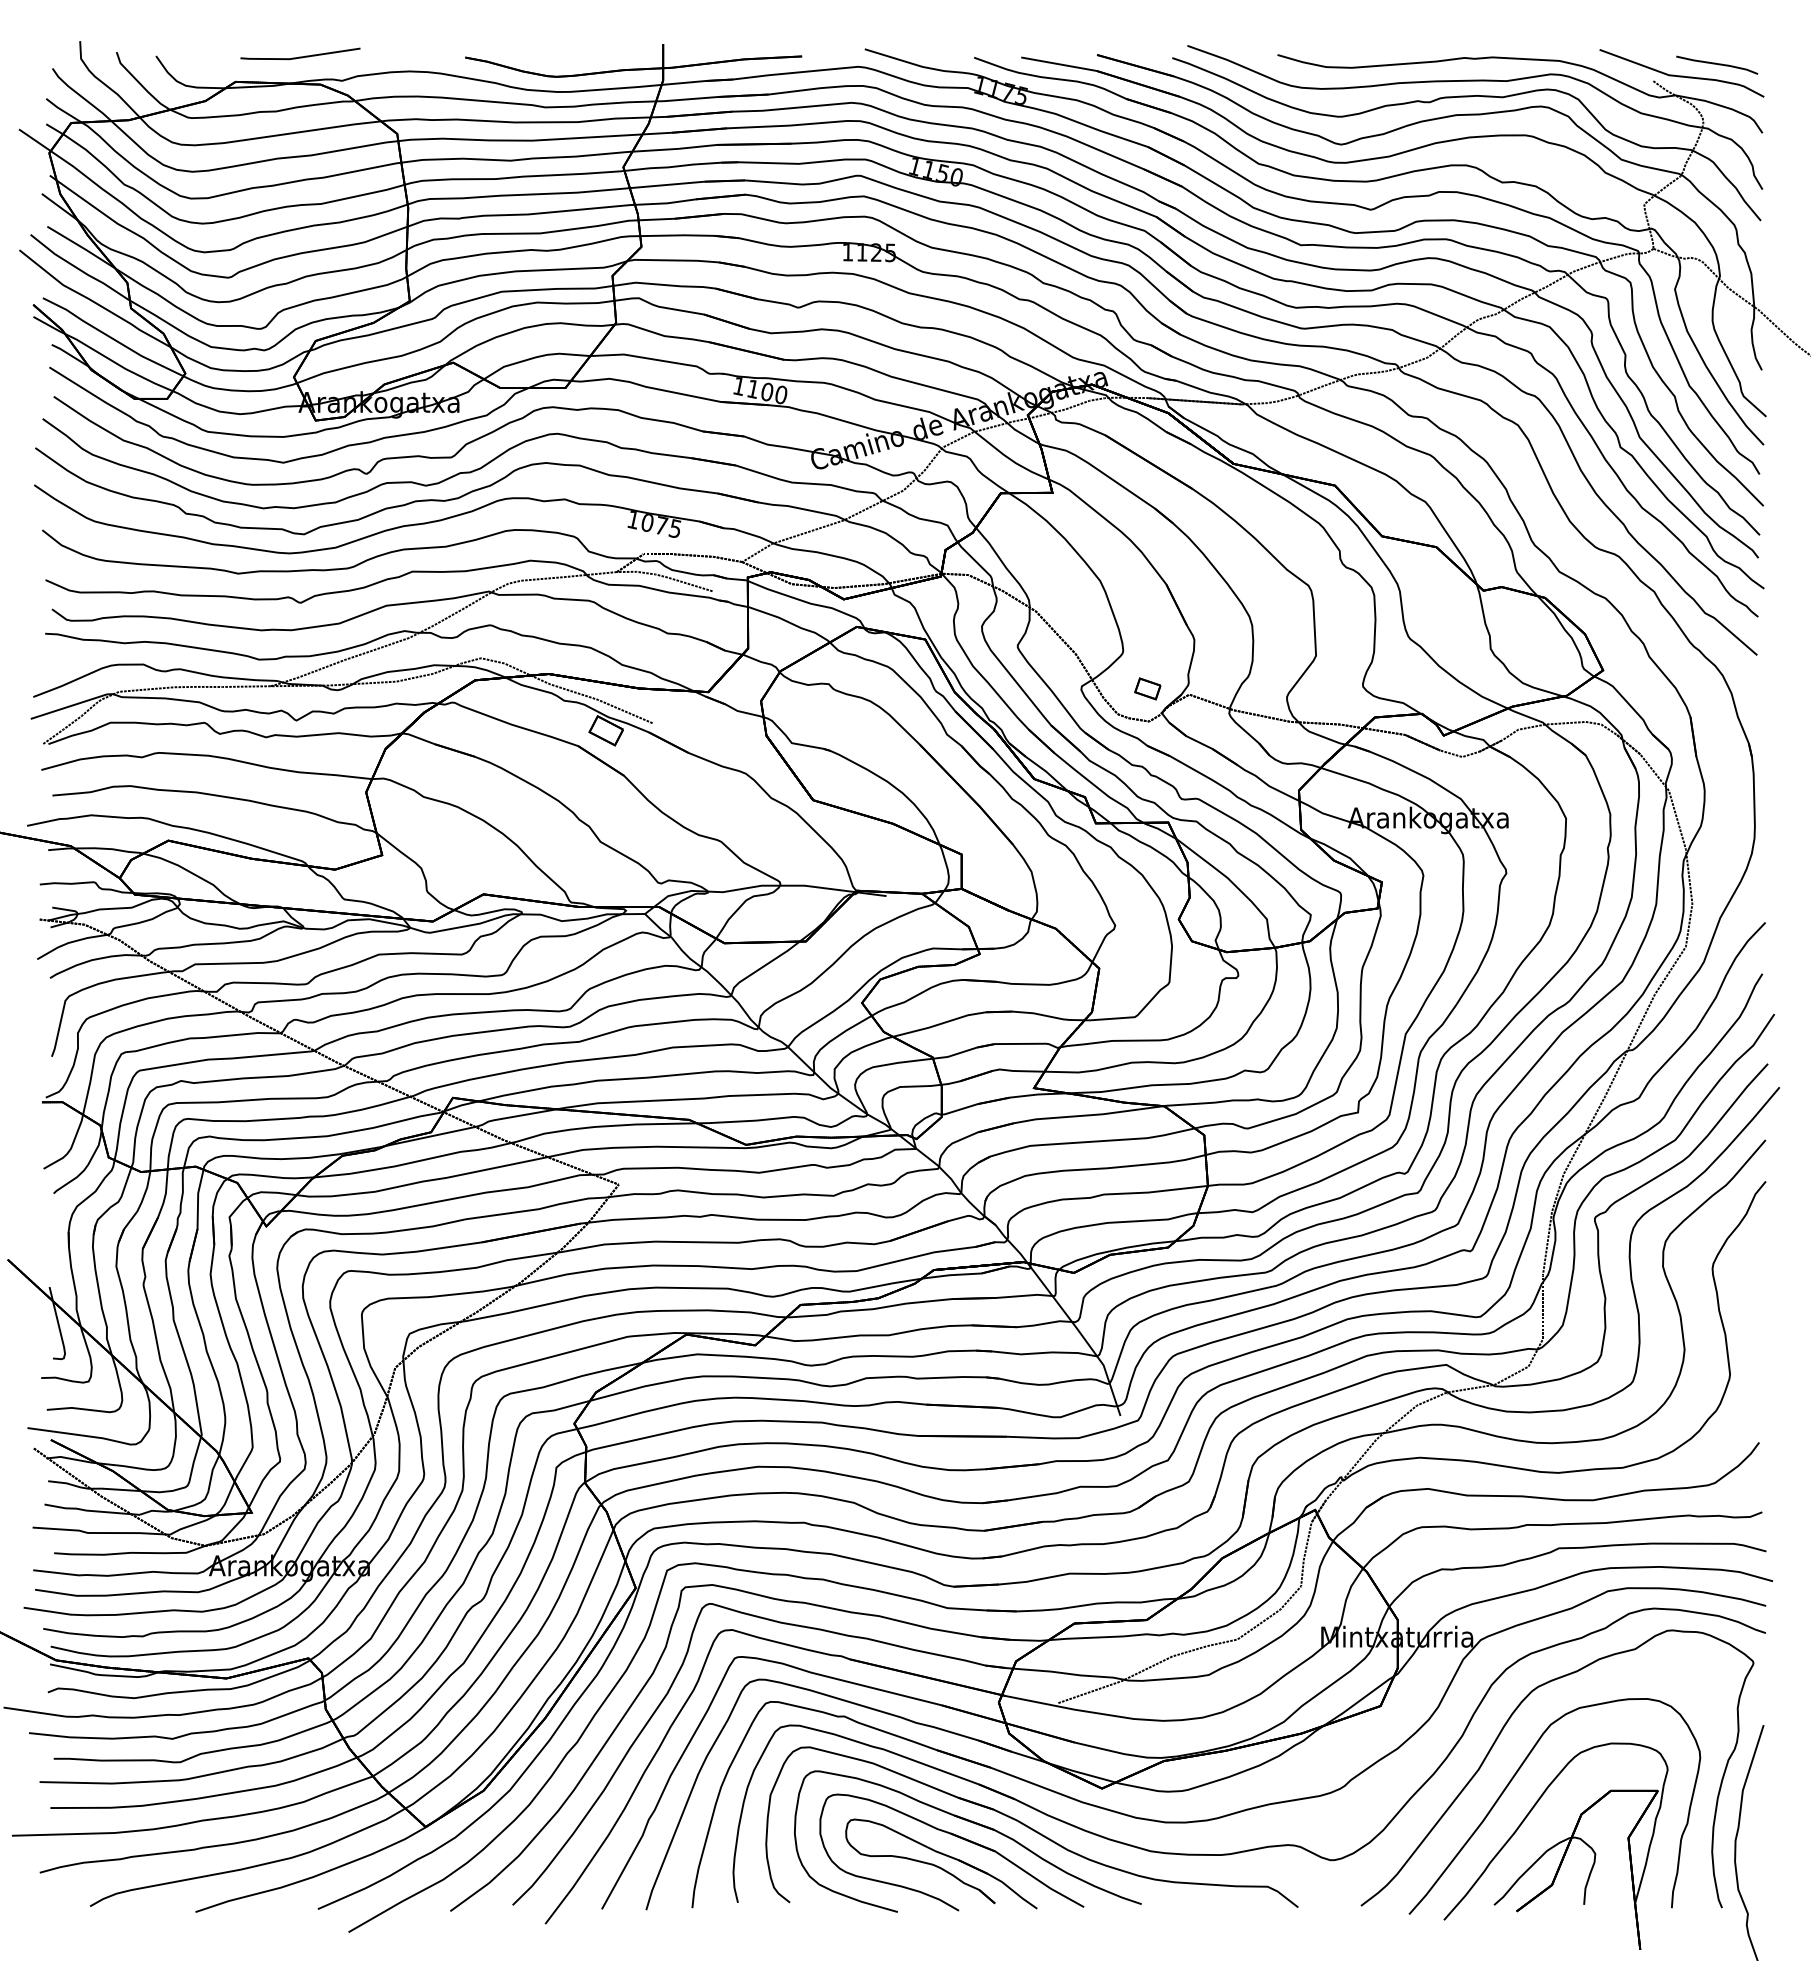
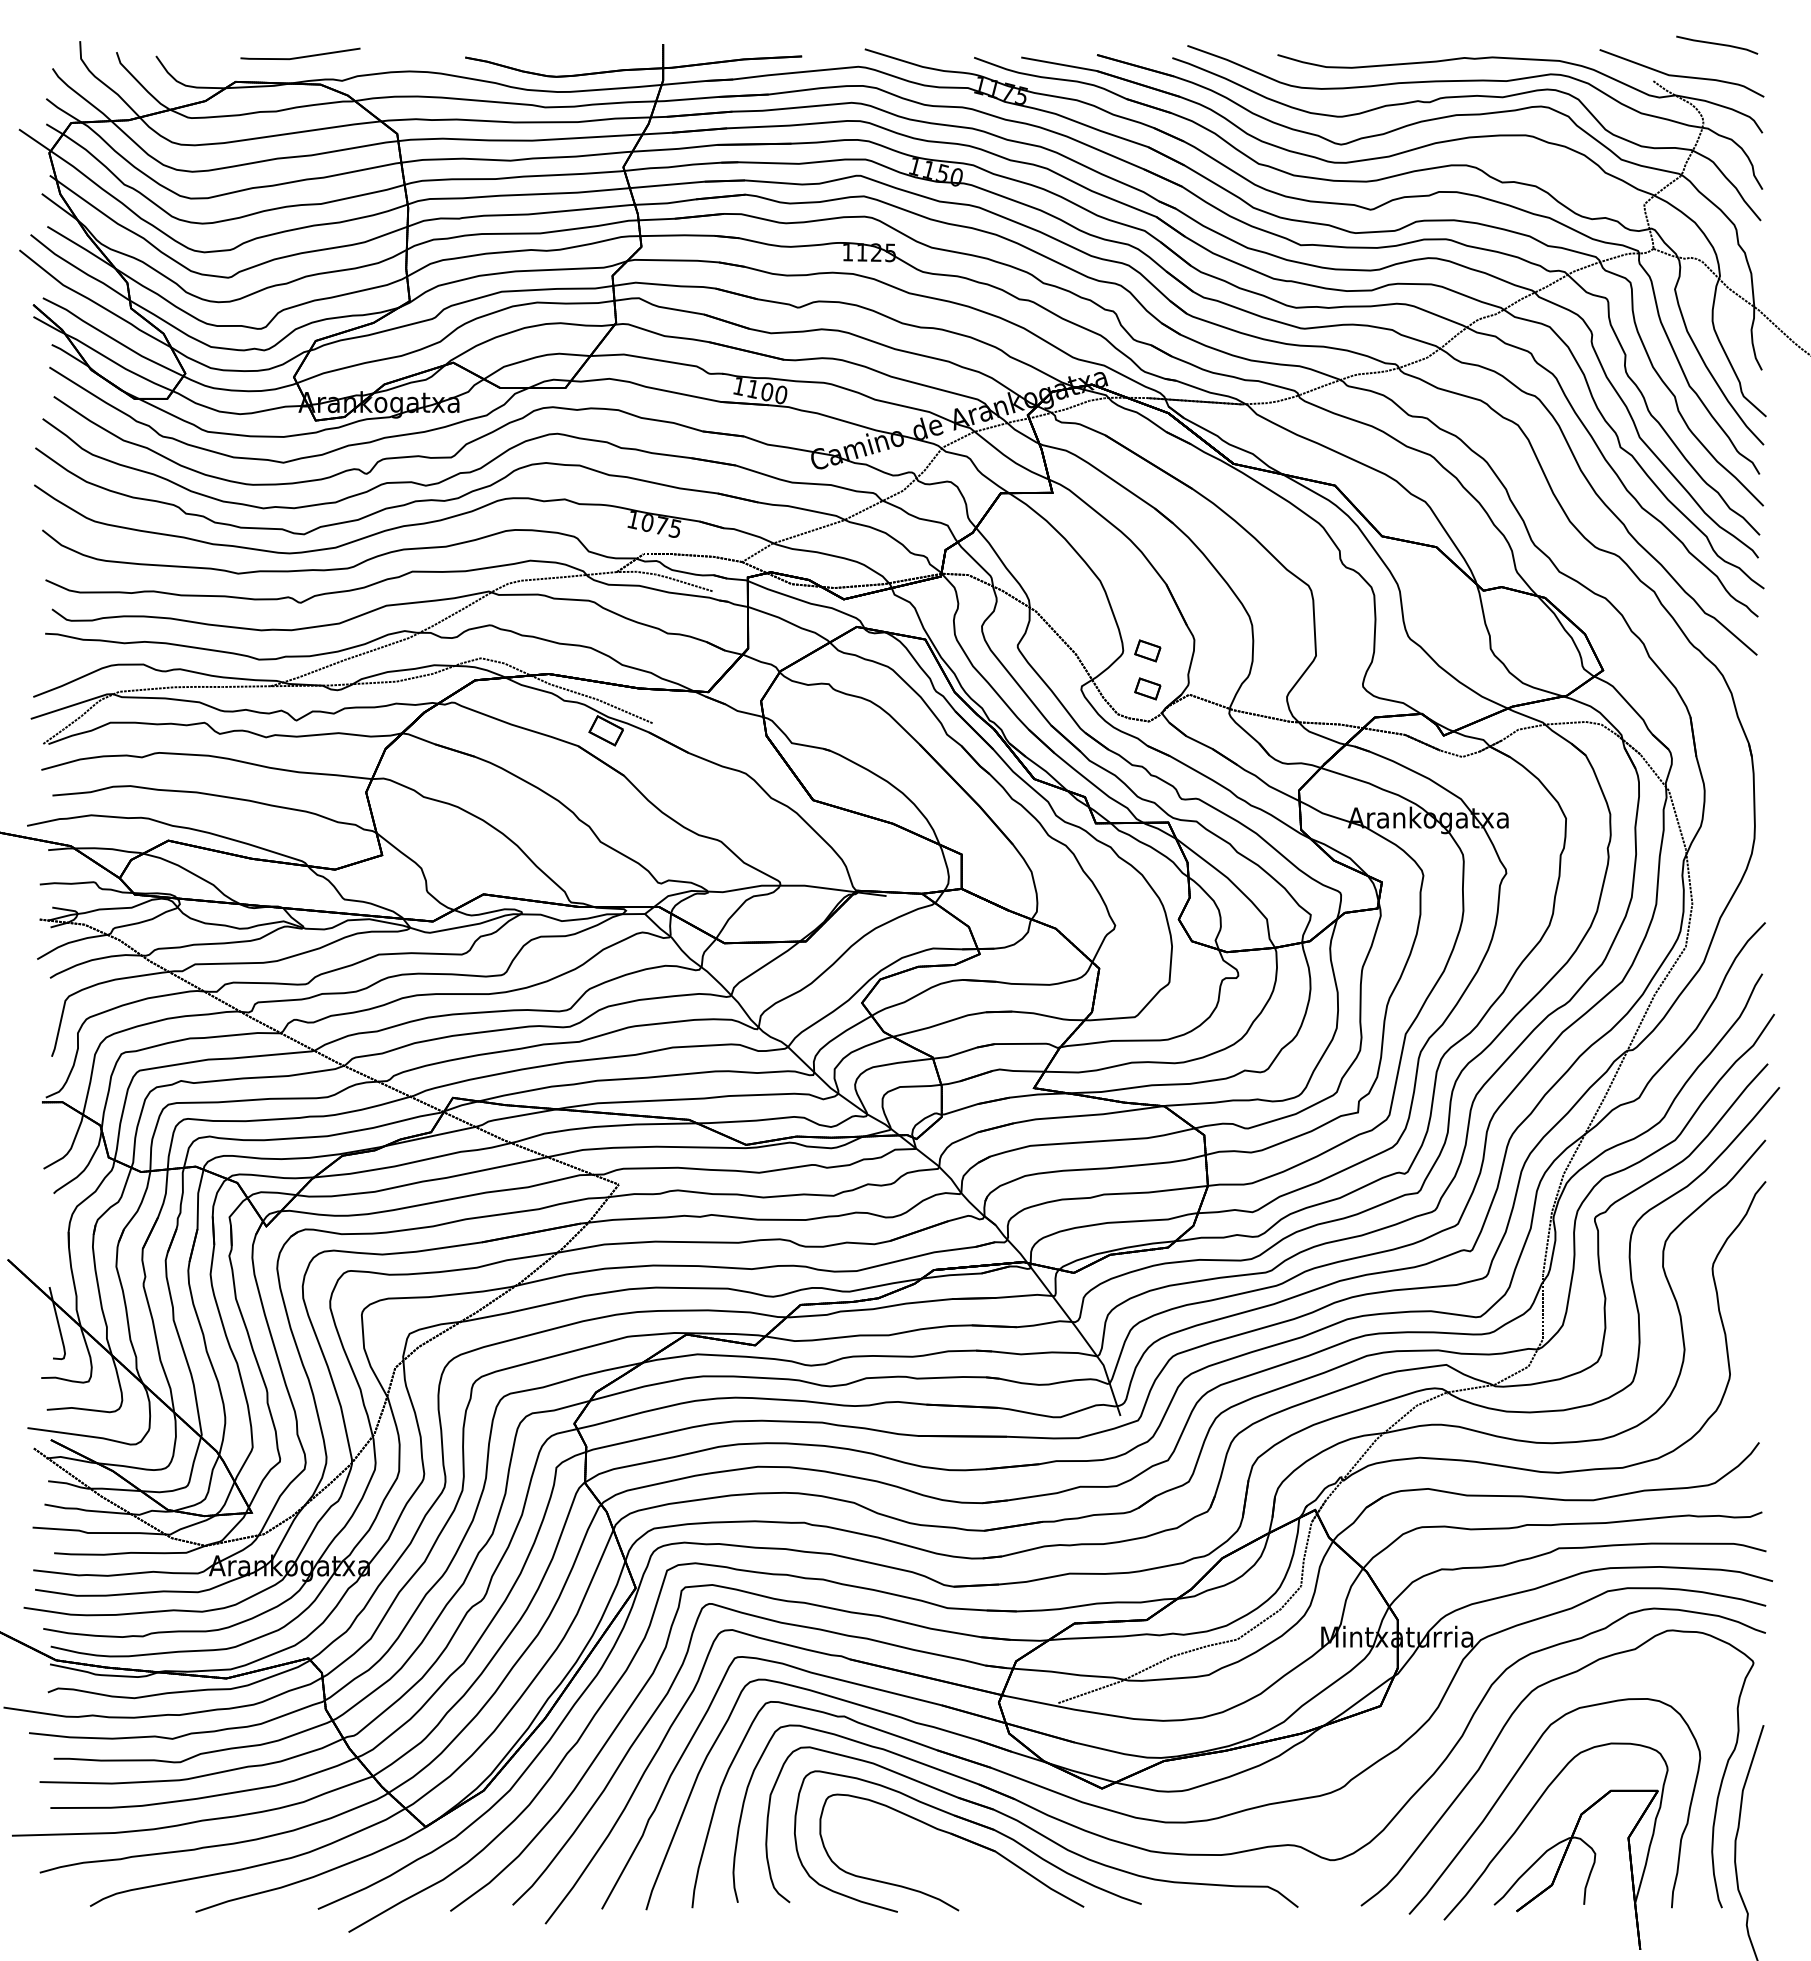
part at (1717, 64) position: (1717, 64) -> (1717, 44)
part at (1147, 650): none -> present
part at (941, 1863): present -> none
